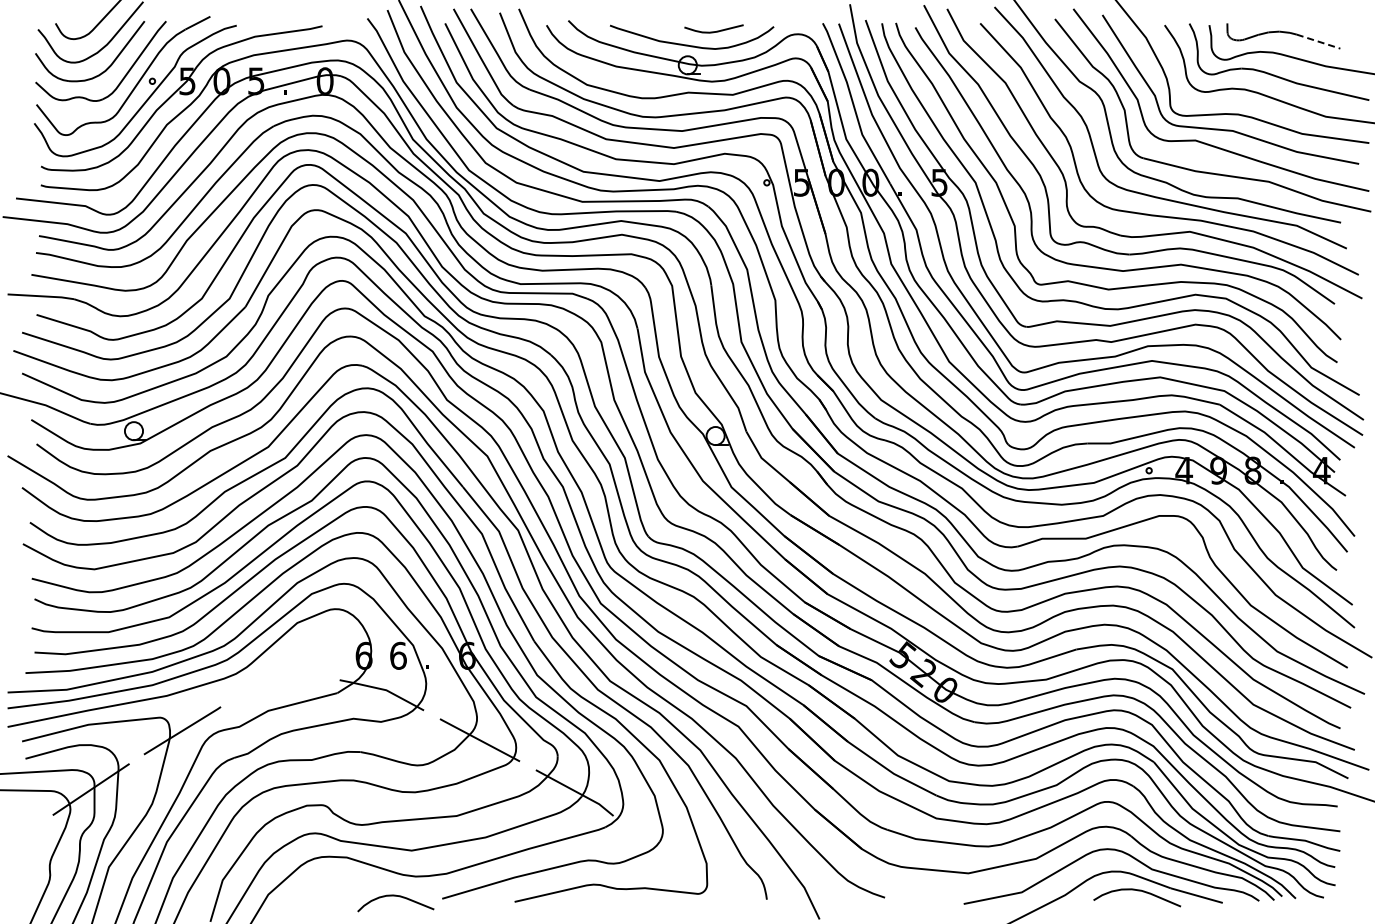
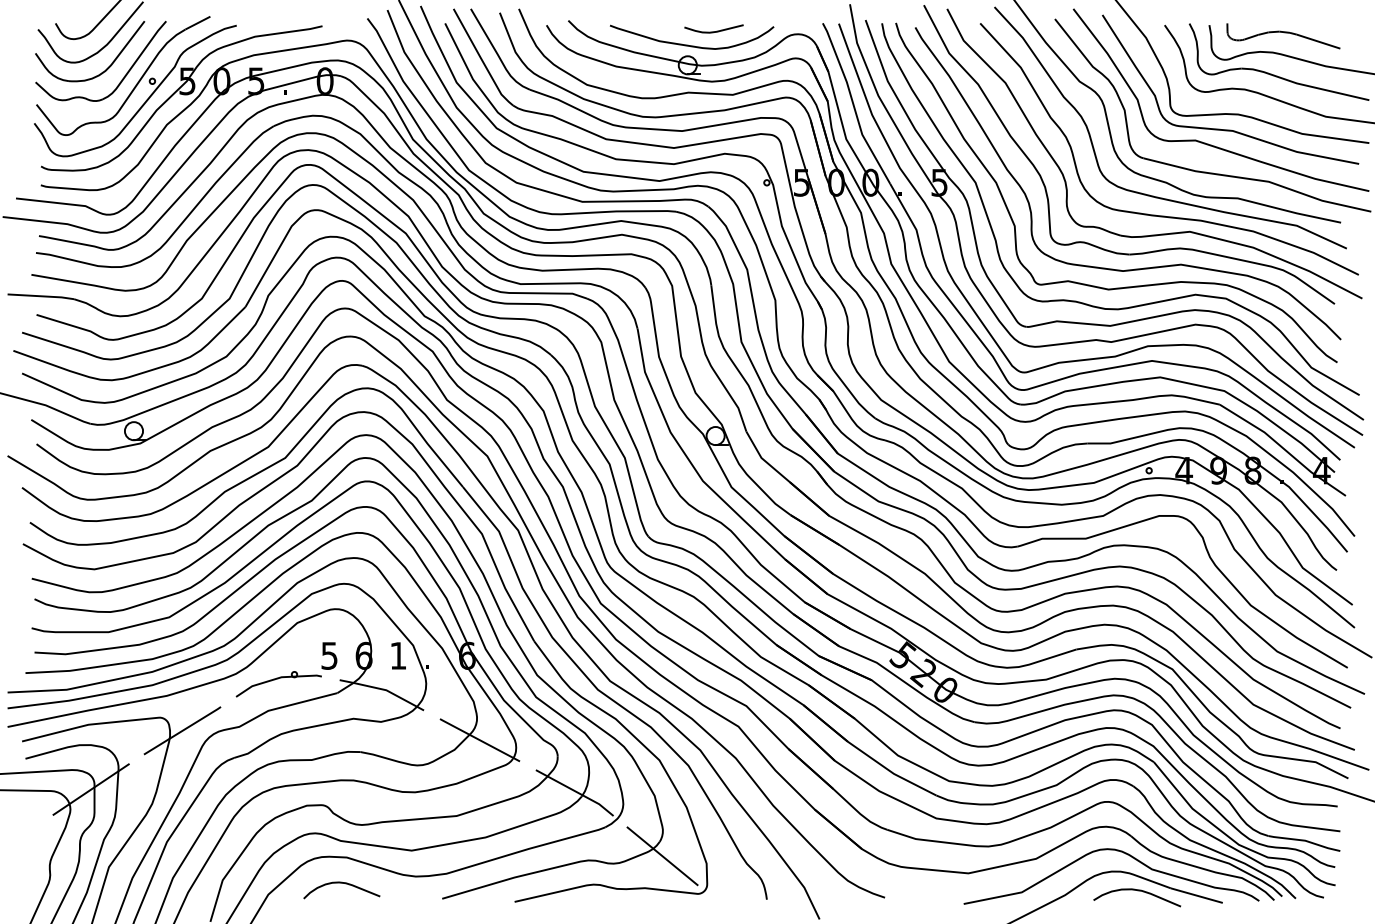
line at (1318, 41): dashed -> solid
text at (398, 655): 6 -> 1
part at (286, 669): none -> present
line at (662, 856): none -> present
curve at (395, 896) position: (395, 896) -> (341, 883)
